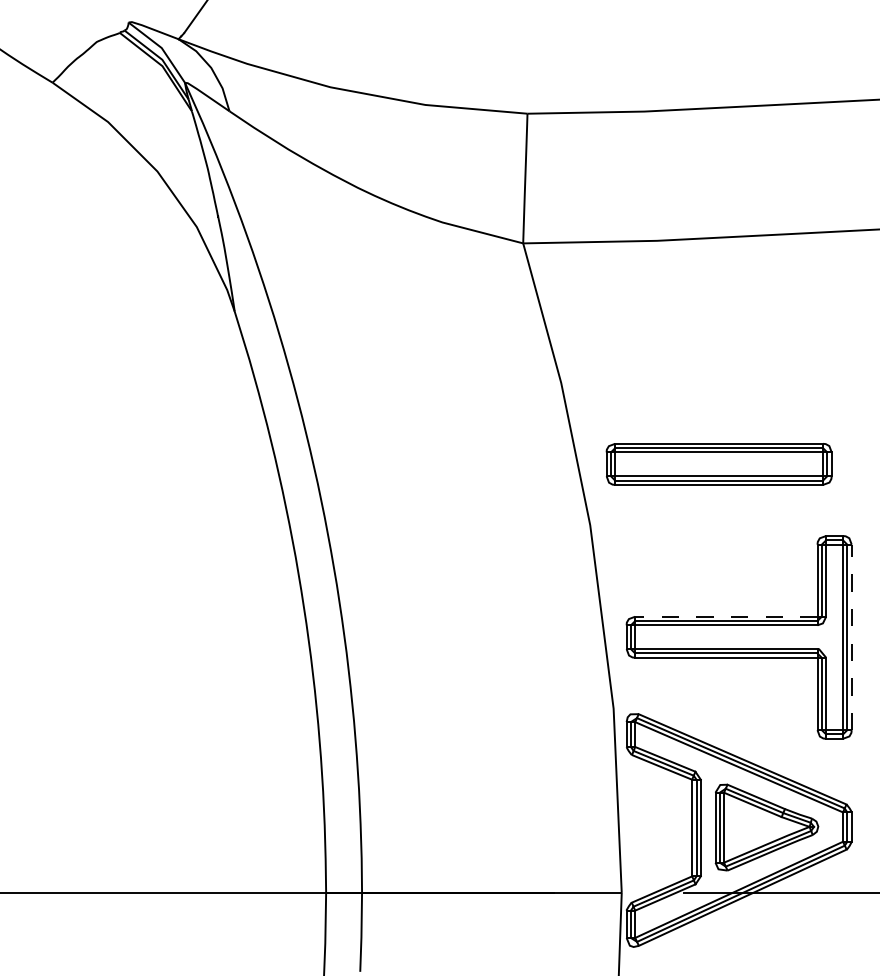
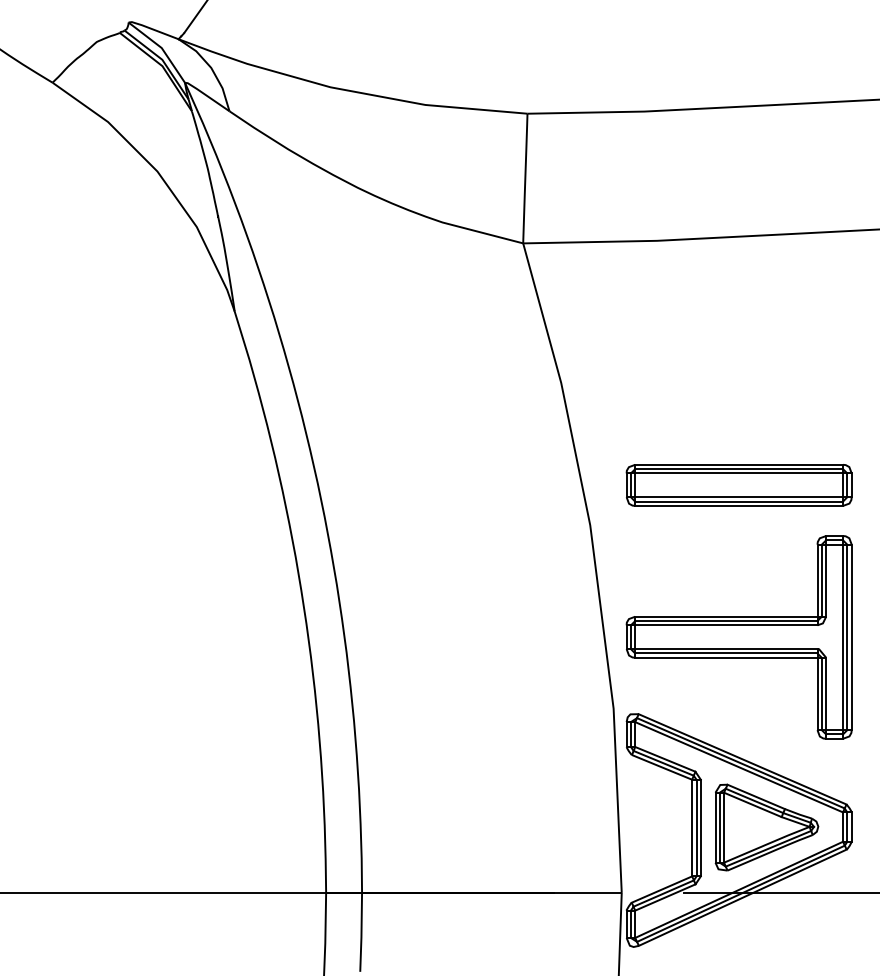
part at (718, 464) position: (718, 464) -> (738, 485)
line at (725, 616): dashed -> solid
line at (851, 637): dashed -> solid
